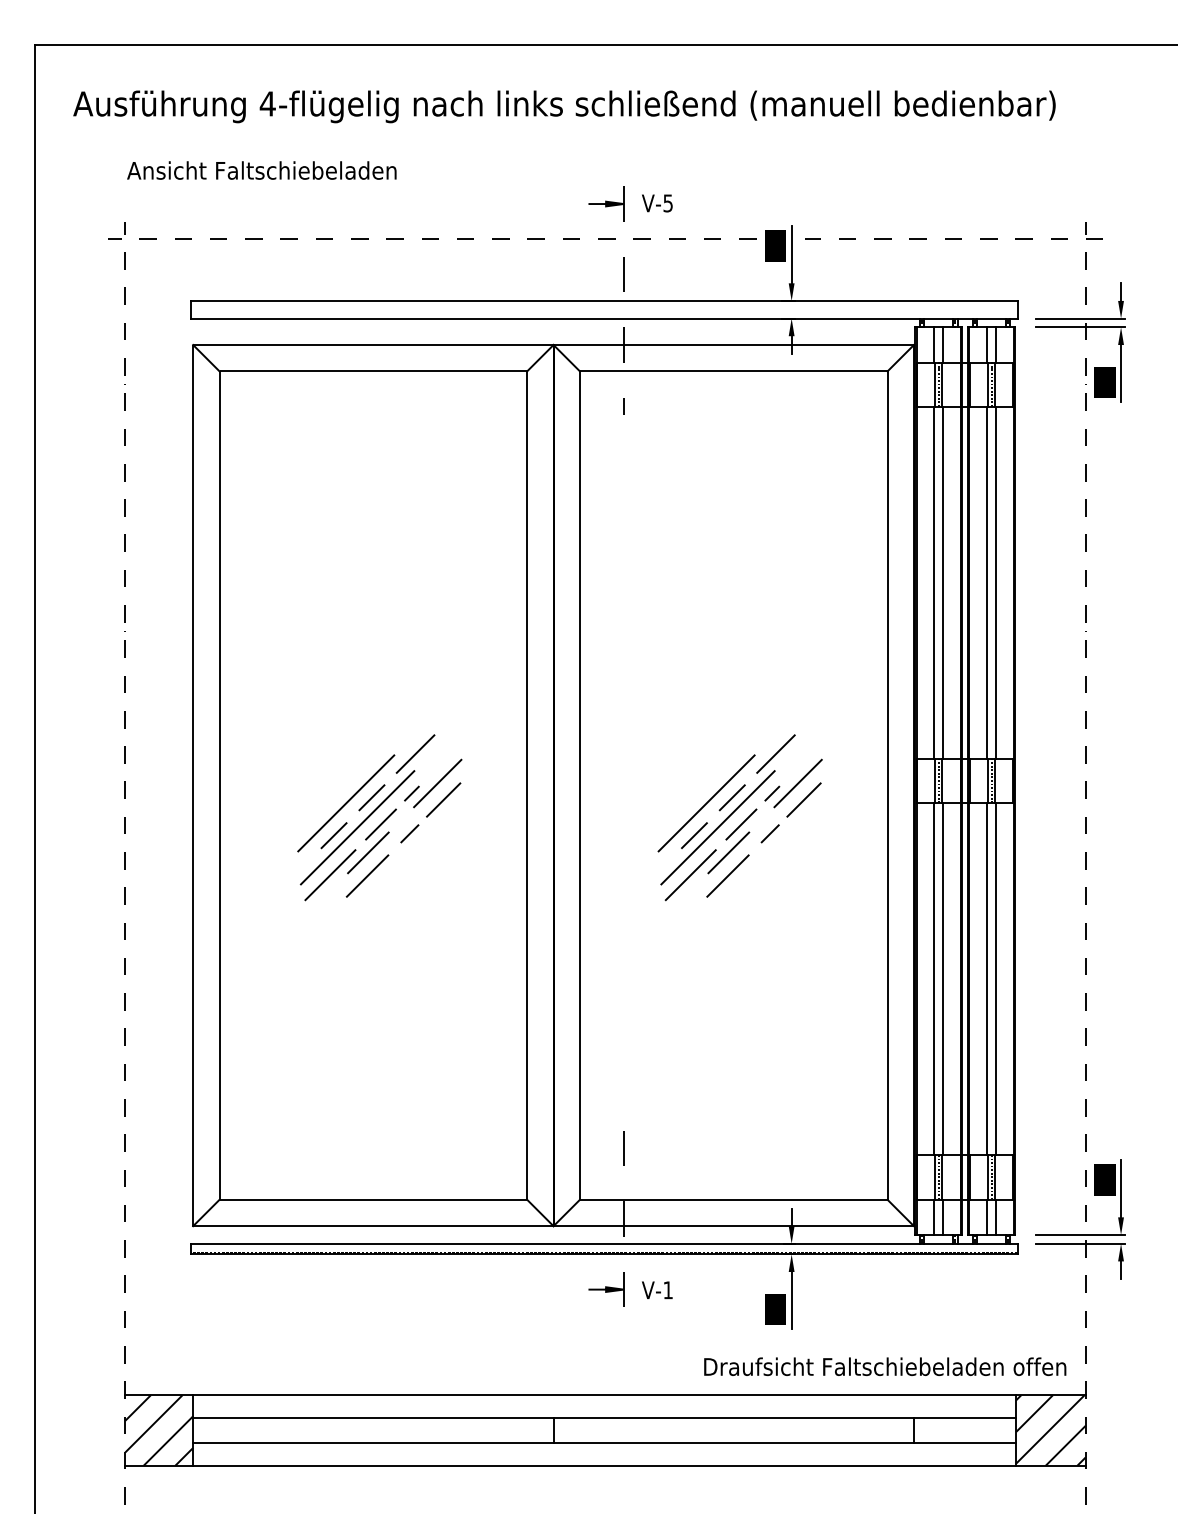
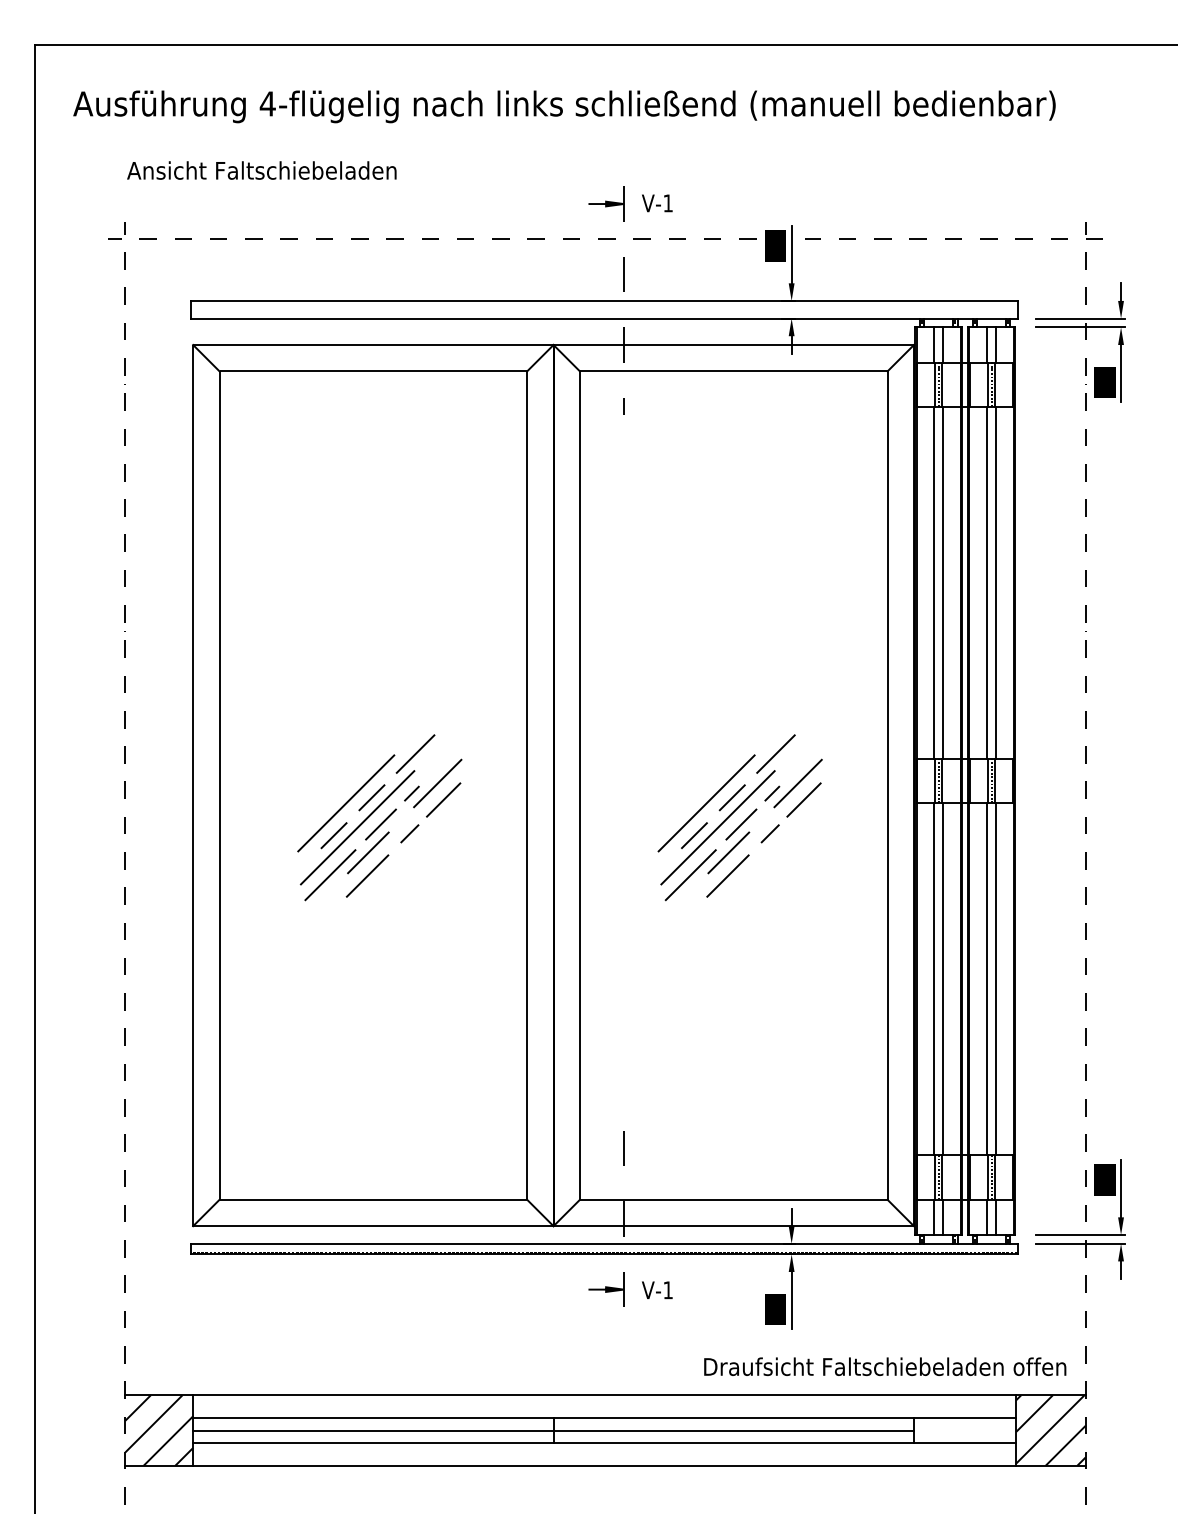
text at (667, 203): V-5 -> V-1
line at (553, 1430): none -> present
